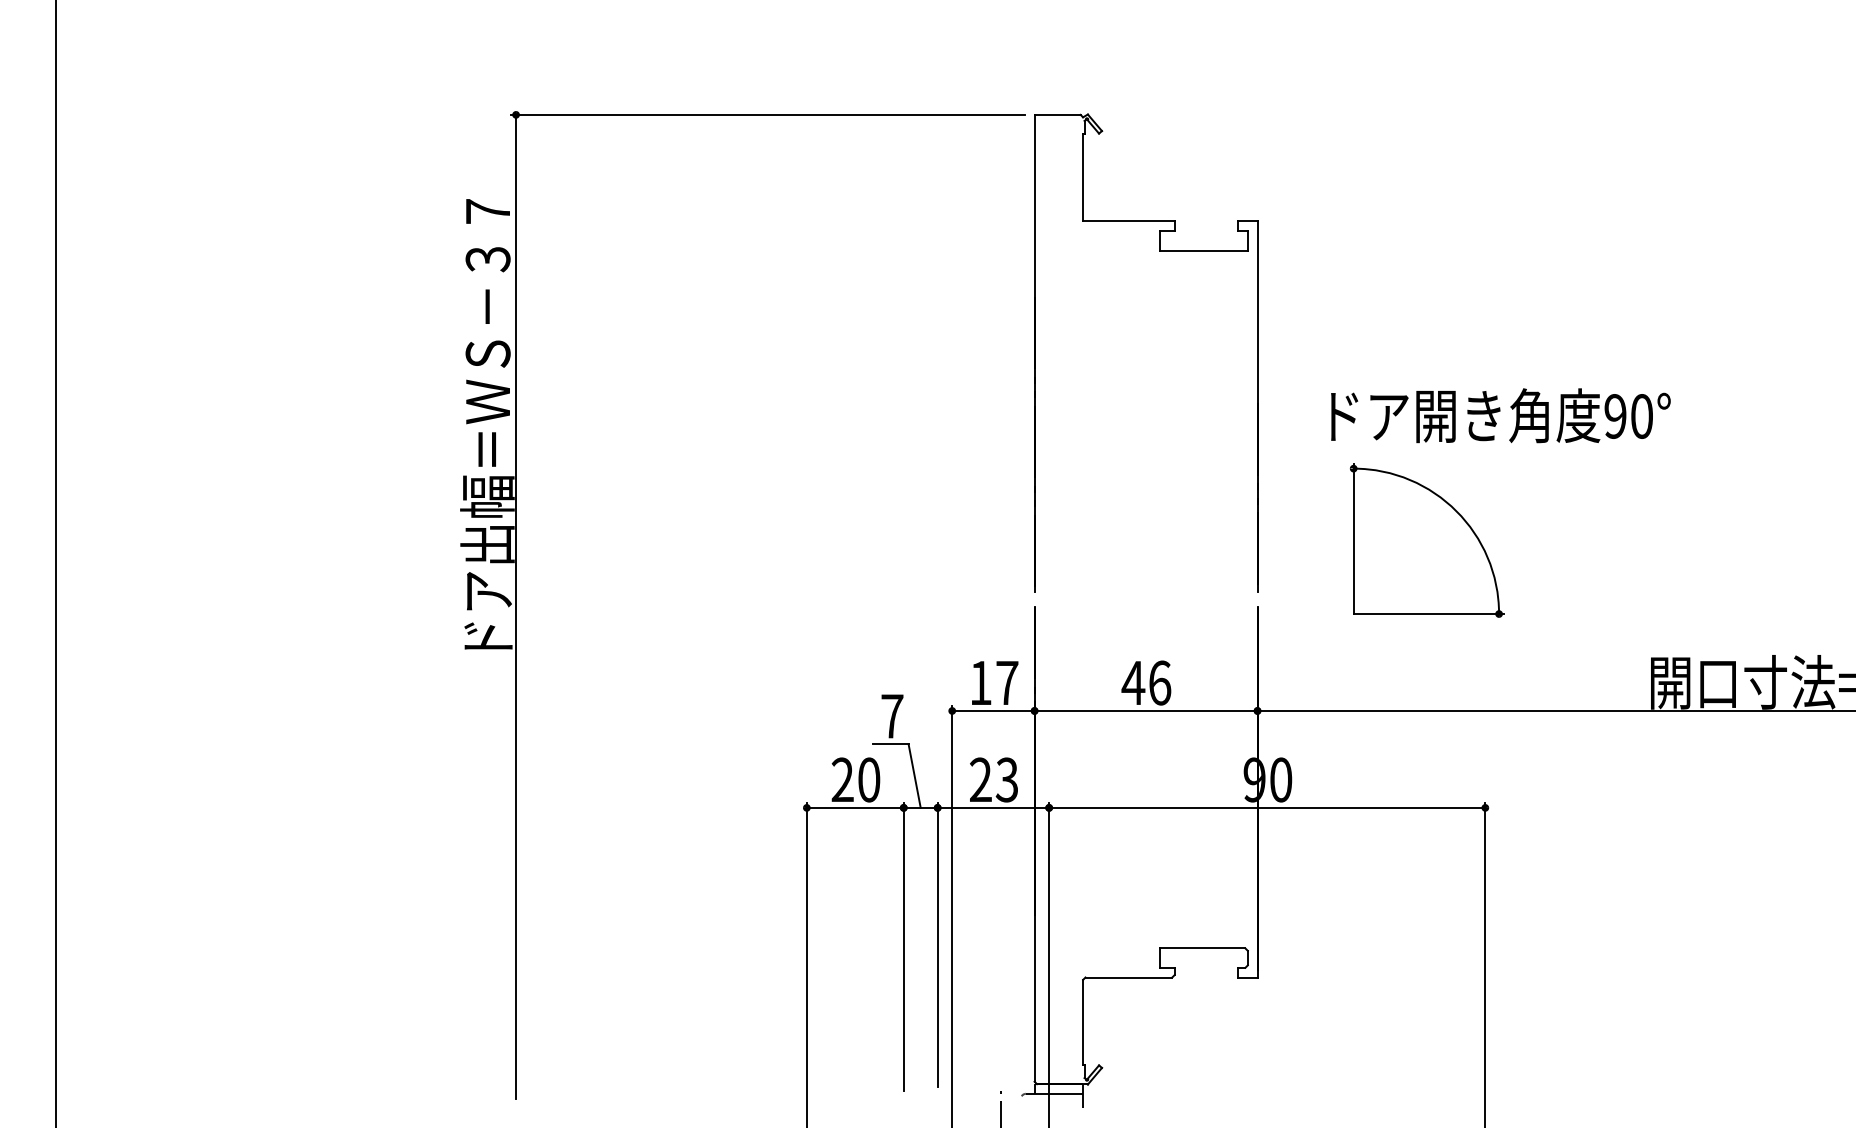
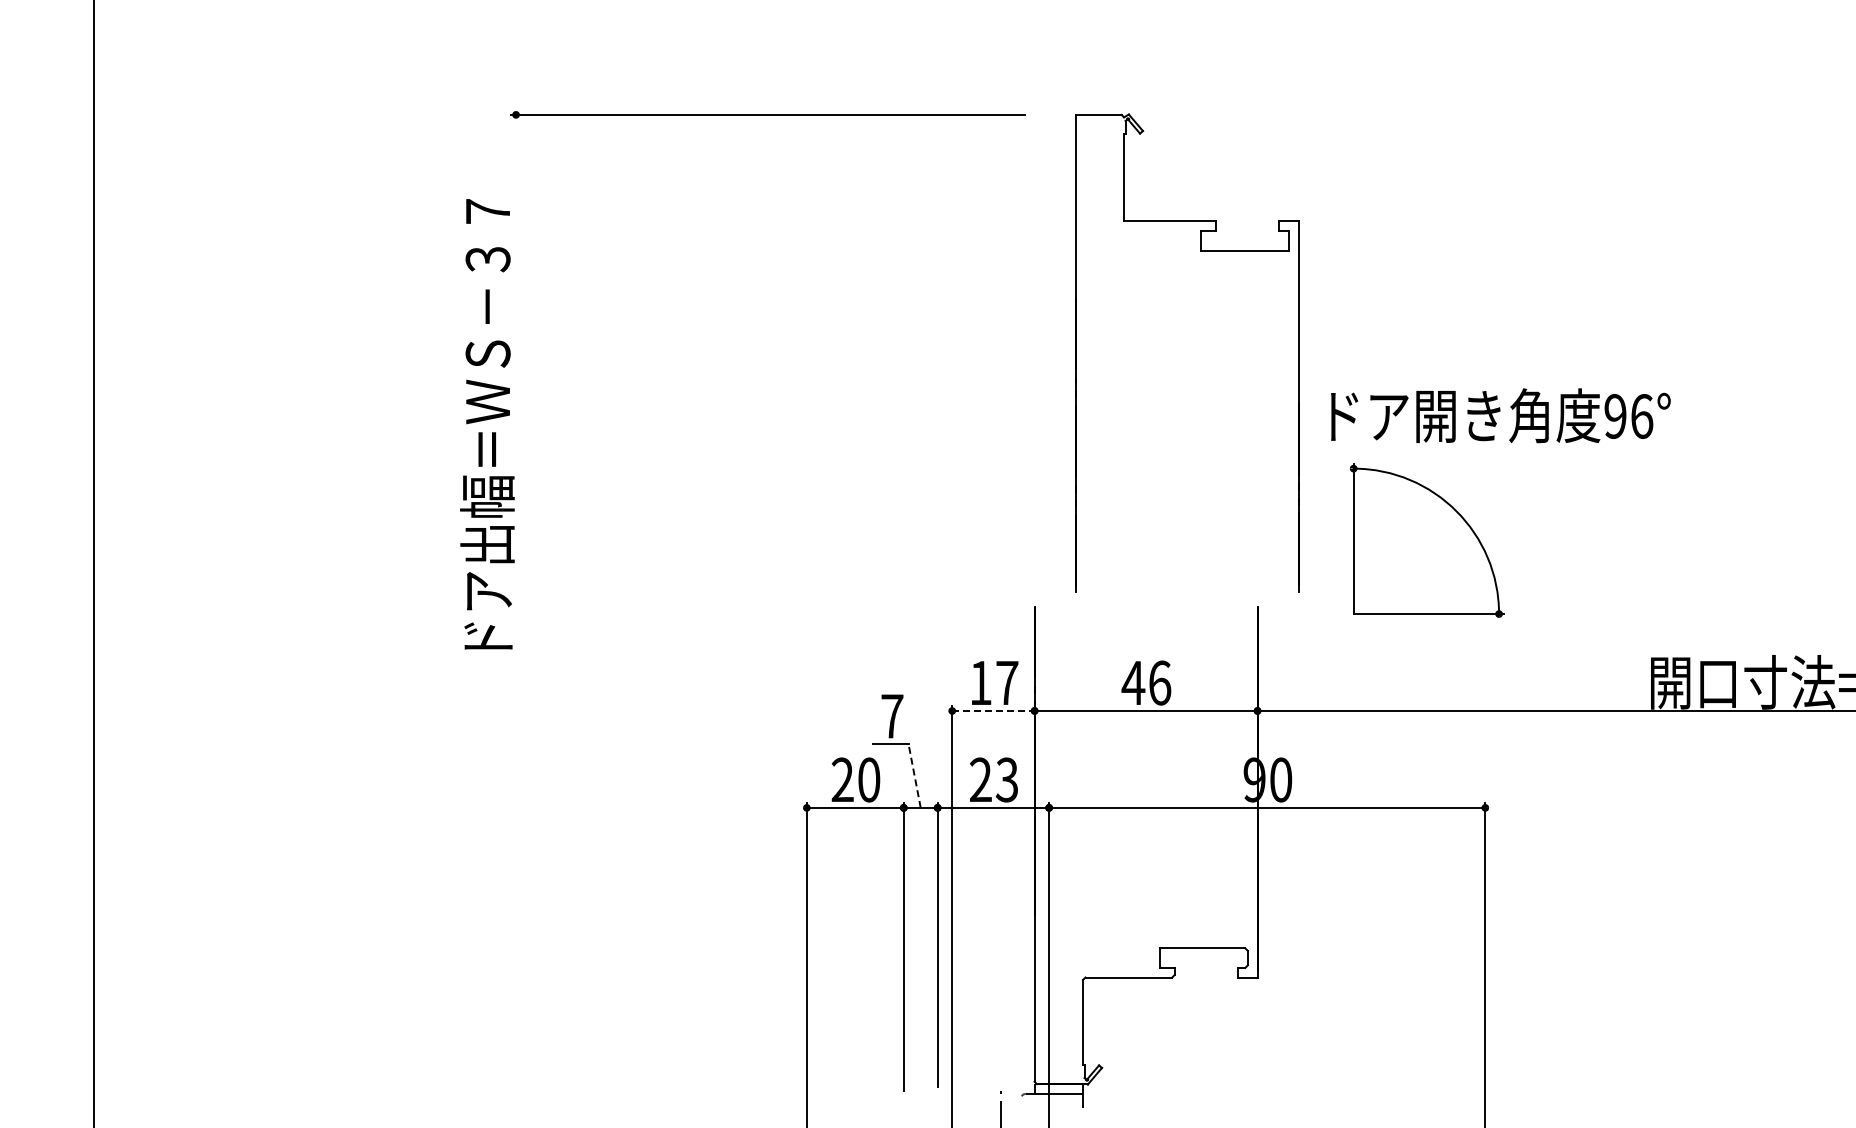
part at (1159, 251) position: (1159, 251) -> (1200, 251)
text at (1642, 416): 90° -> 96°
line at (55, 563) position: (55, 563) -> (93, 563)
line at (516, 606): present -> none
line at (993, 710): solid -> dashed
line at (914, 775): solid -> dashed
